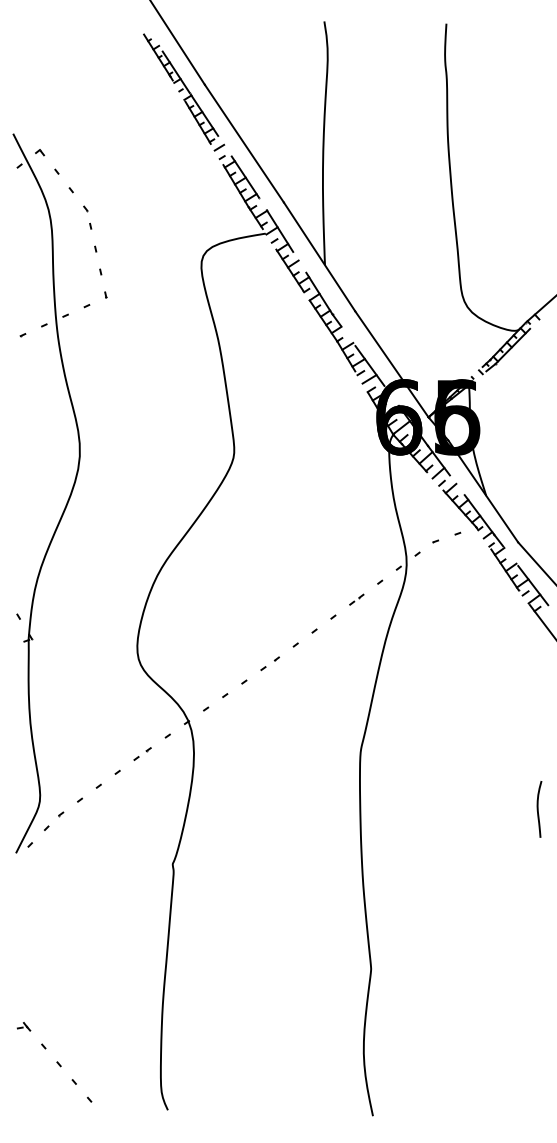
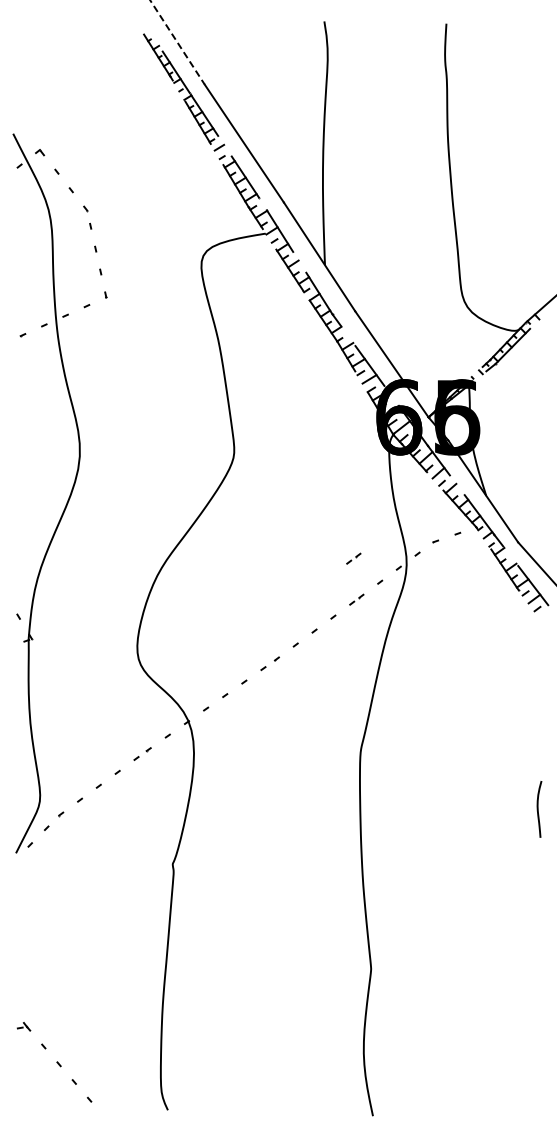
line at (177, 42): solid -> dashed
part at (353, 558): none -> present
line at (541, 620): present -> none
